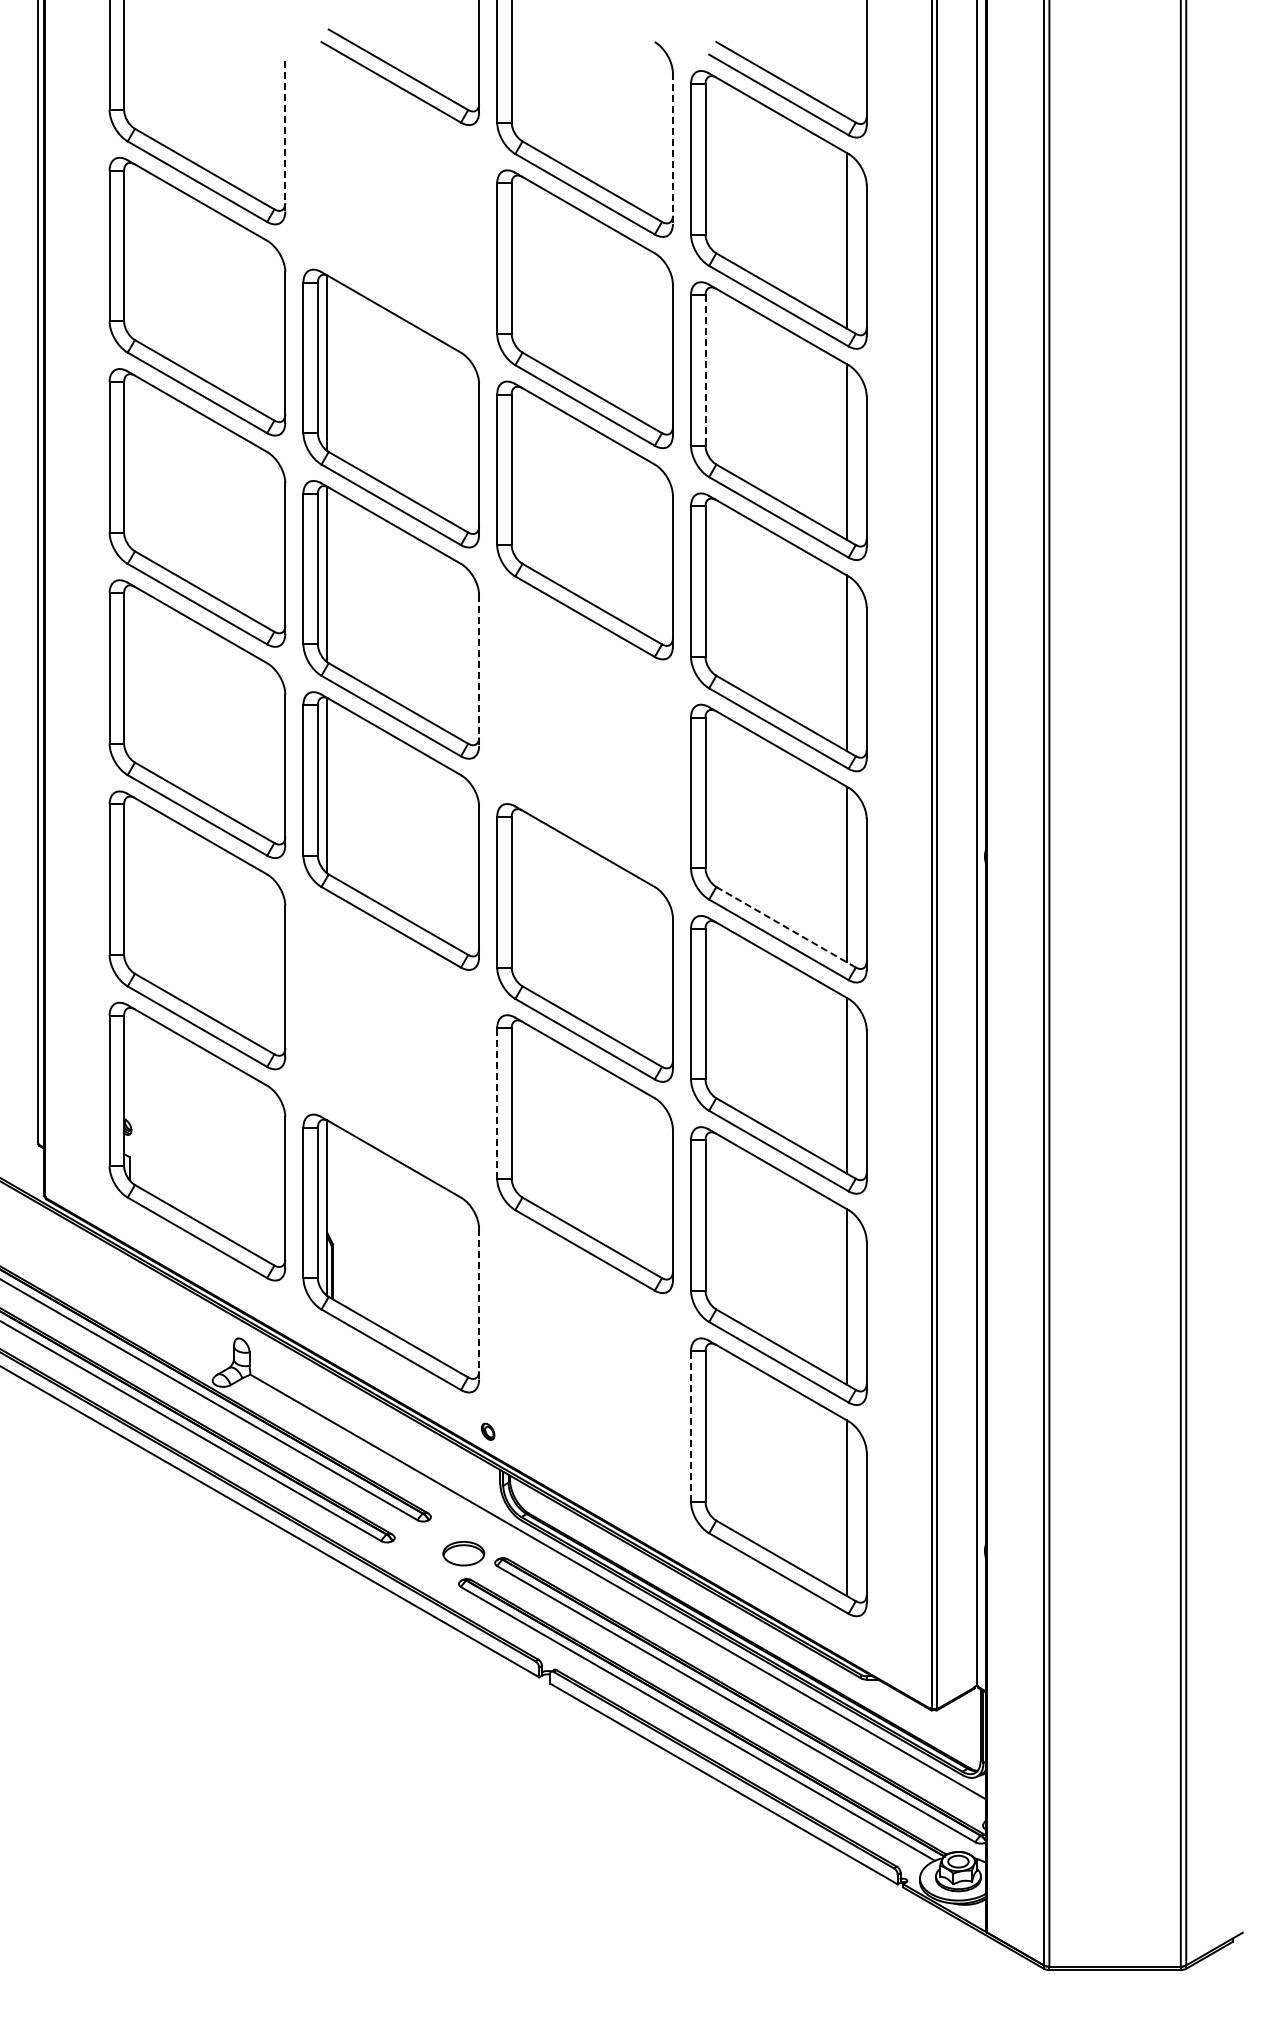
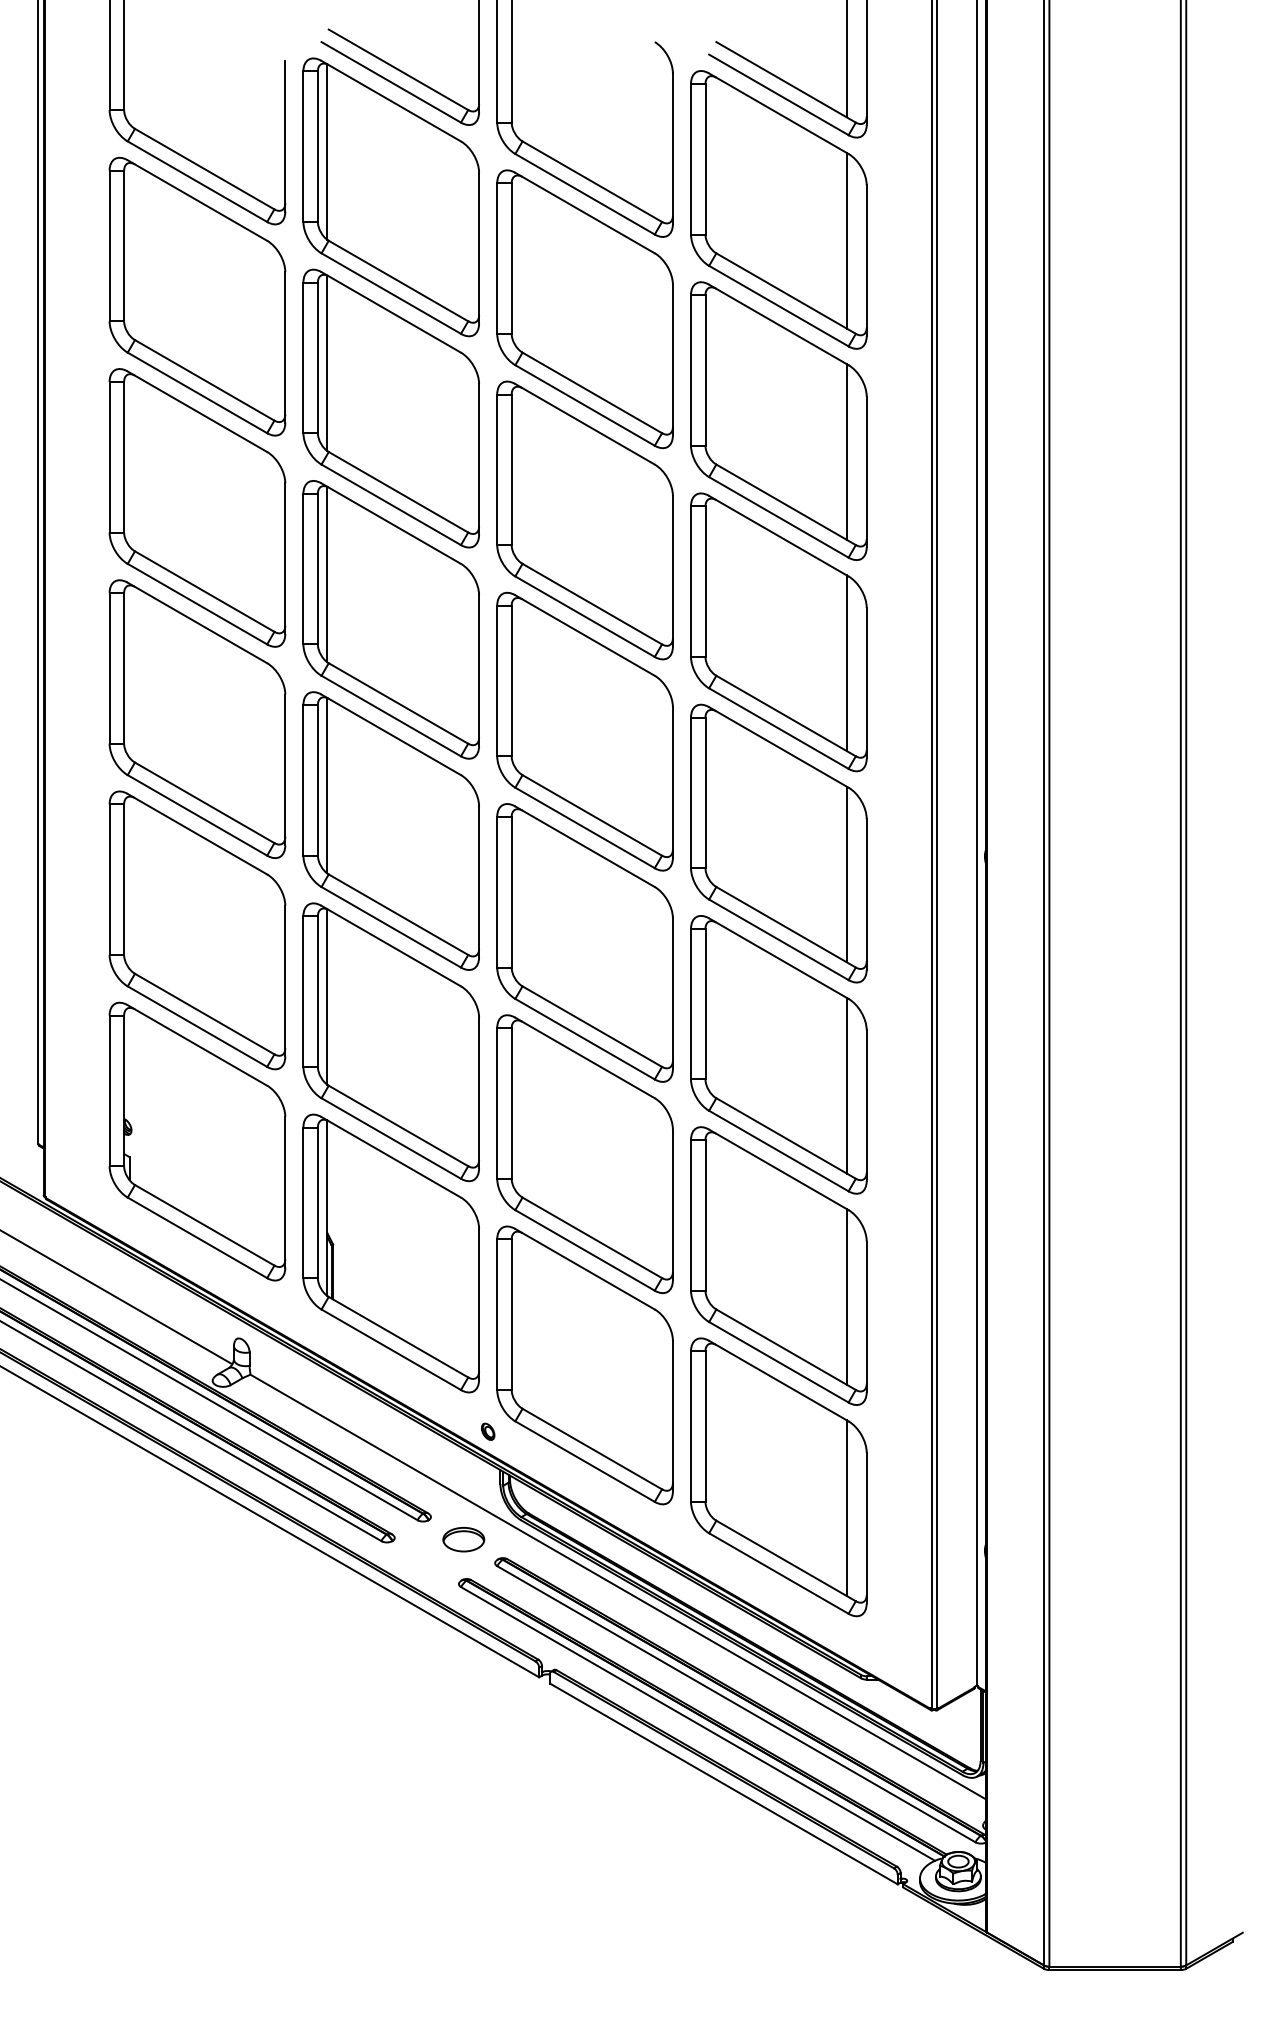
line at (846, 59): none -> present
line at (285, 136): dashed -> solid
line at (672, 149): dashed -> solid
part at (390, 197): none -> present
line at (705, 370): dashed -> solid
line at (479, 671): dashed -> solid
part at (584, 731): none -> present
line at (786, 927): dashed -> solid
part at (390, 1042): none -> present
line at (497, 1102): dashed -> solid
line at (117, 1297): none -> present
line at (479, 1304): dashed -> solid
part at (584, 1365): none -> present
line at (691, 1426): dashed -> solid
part at (463, 1553) position: (463, 1553) -> (463, 1539)
